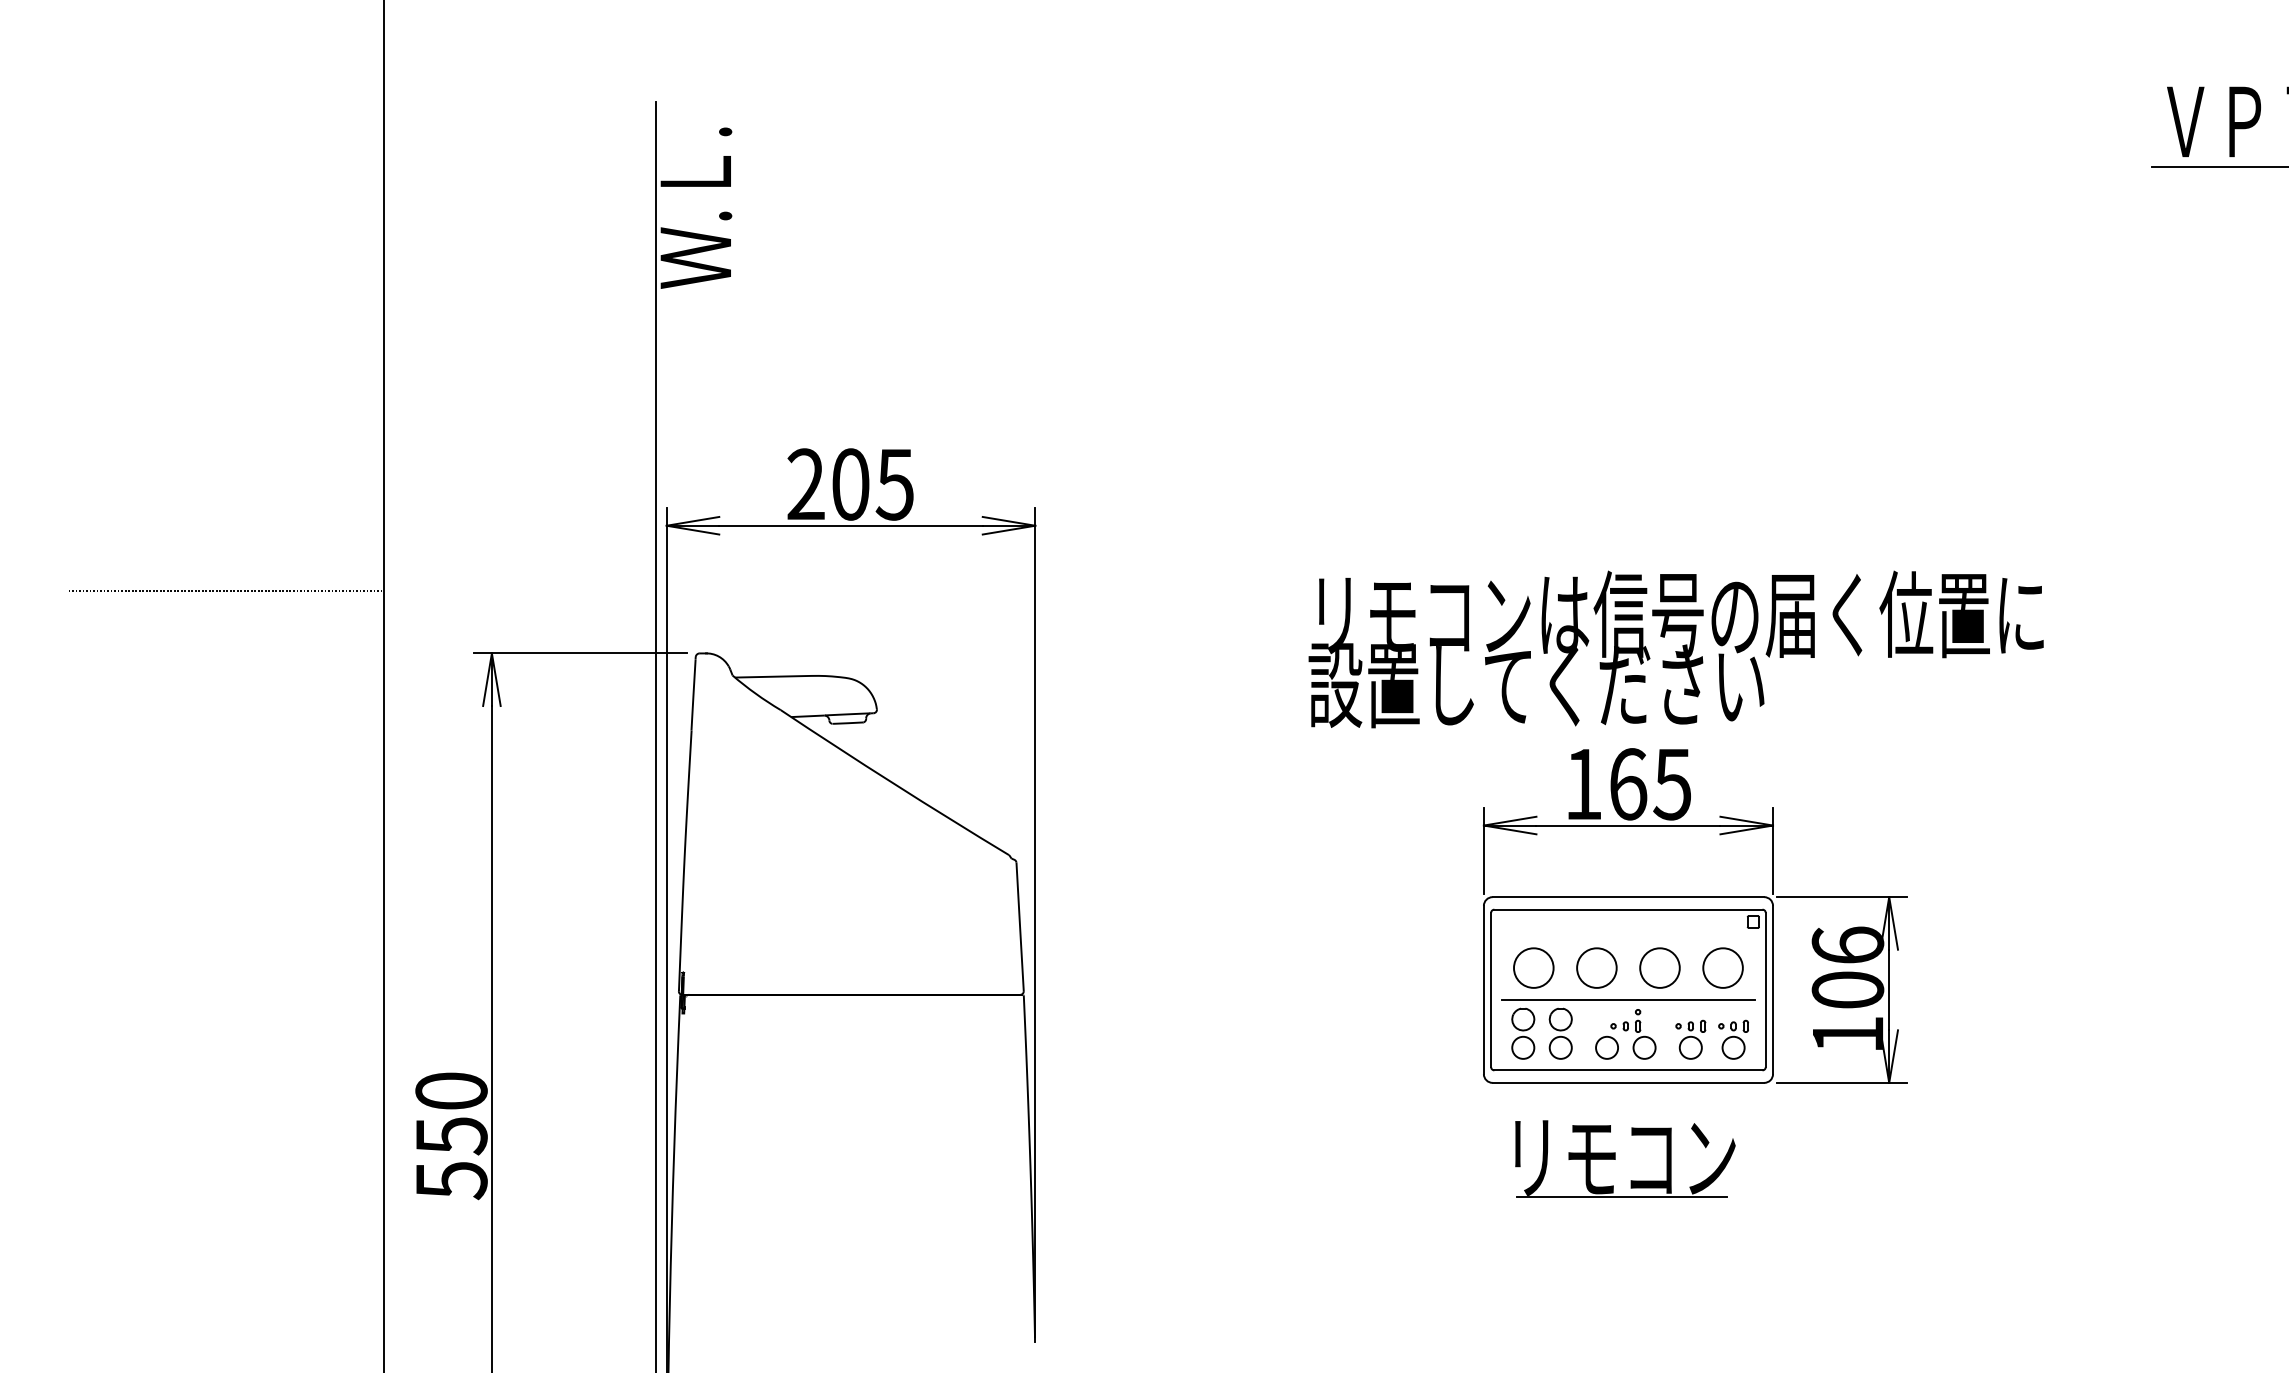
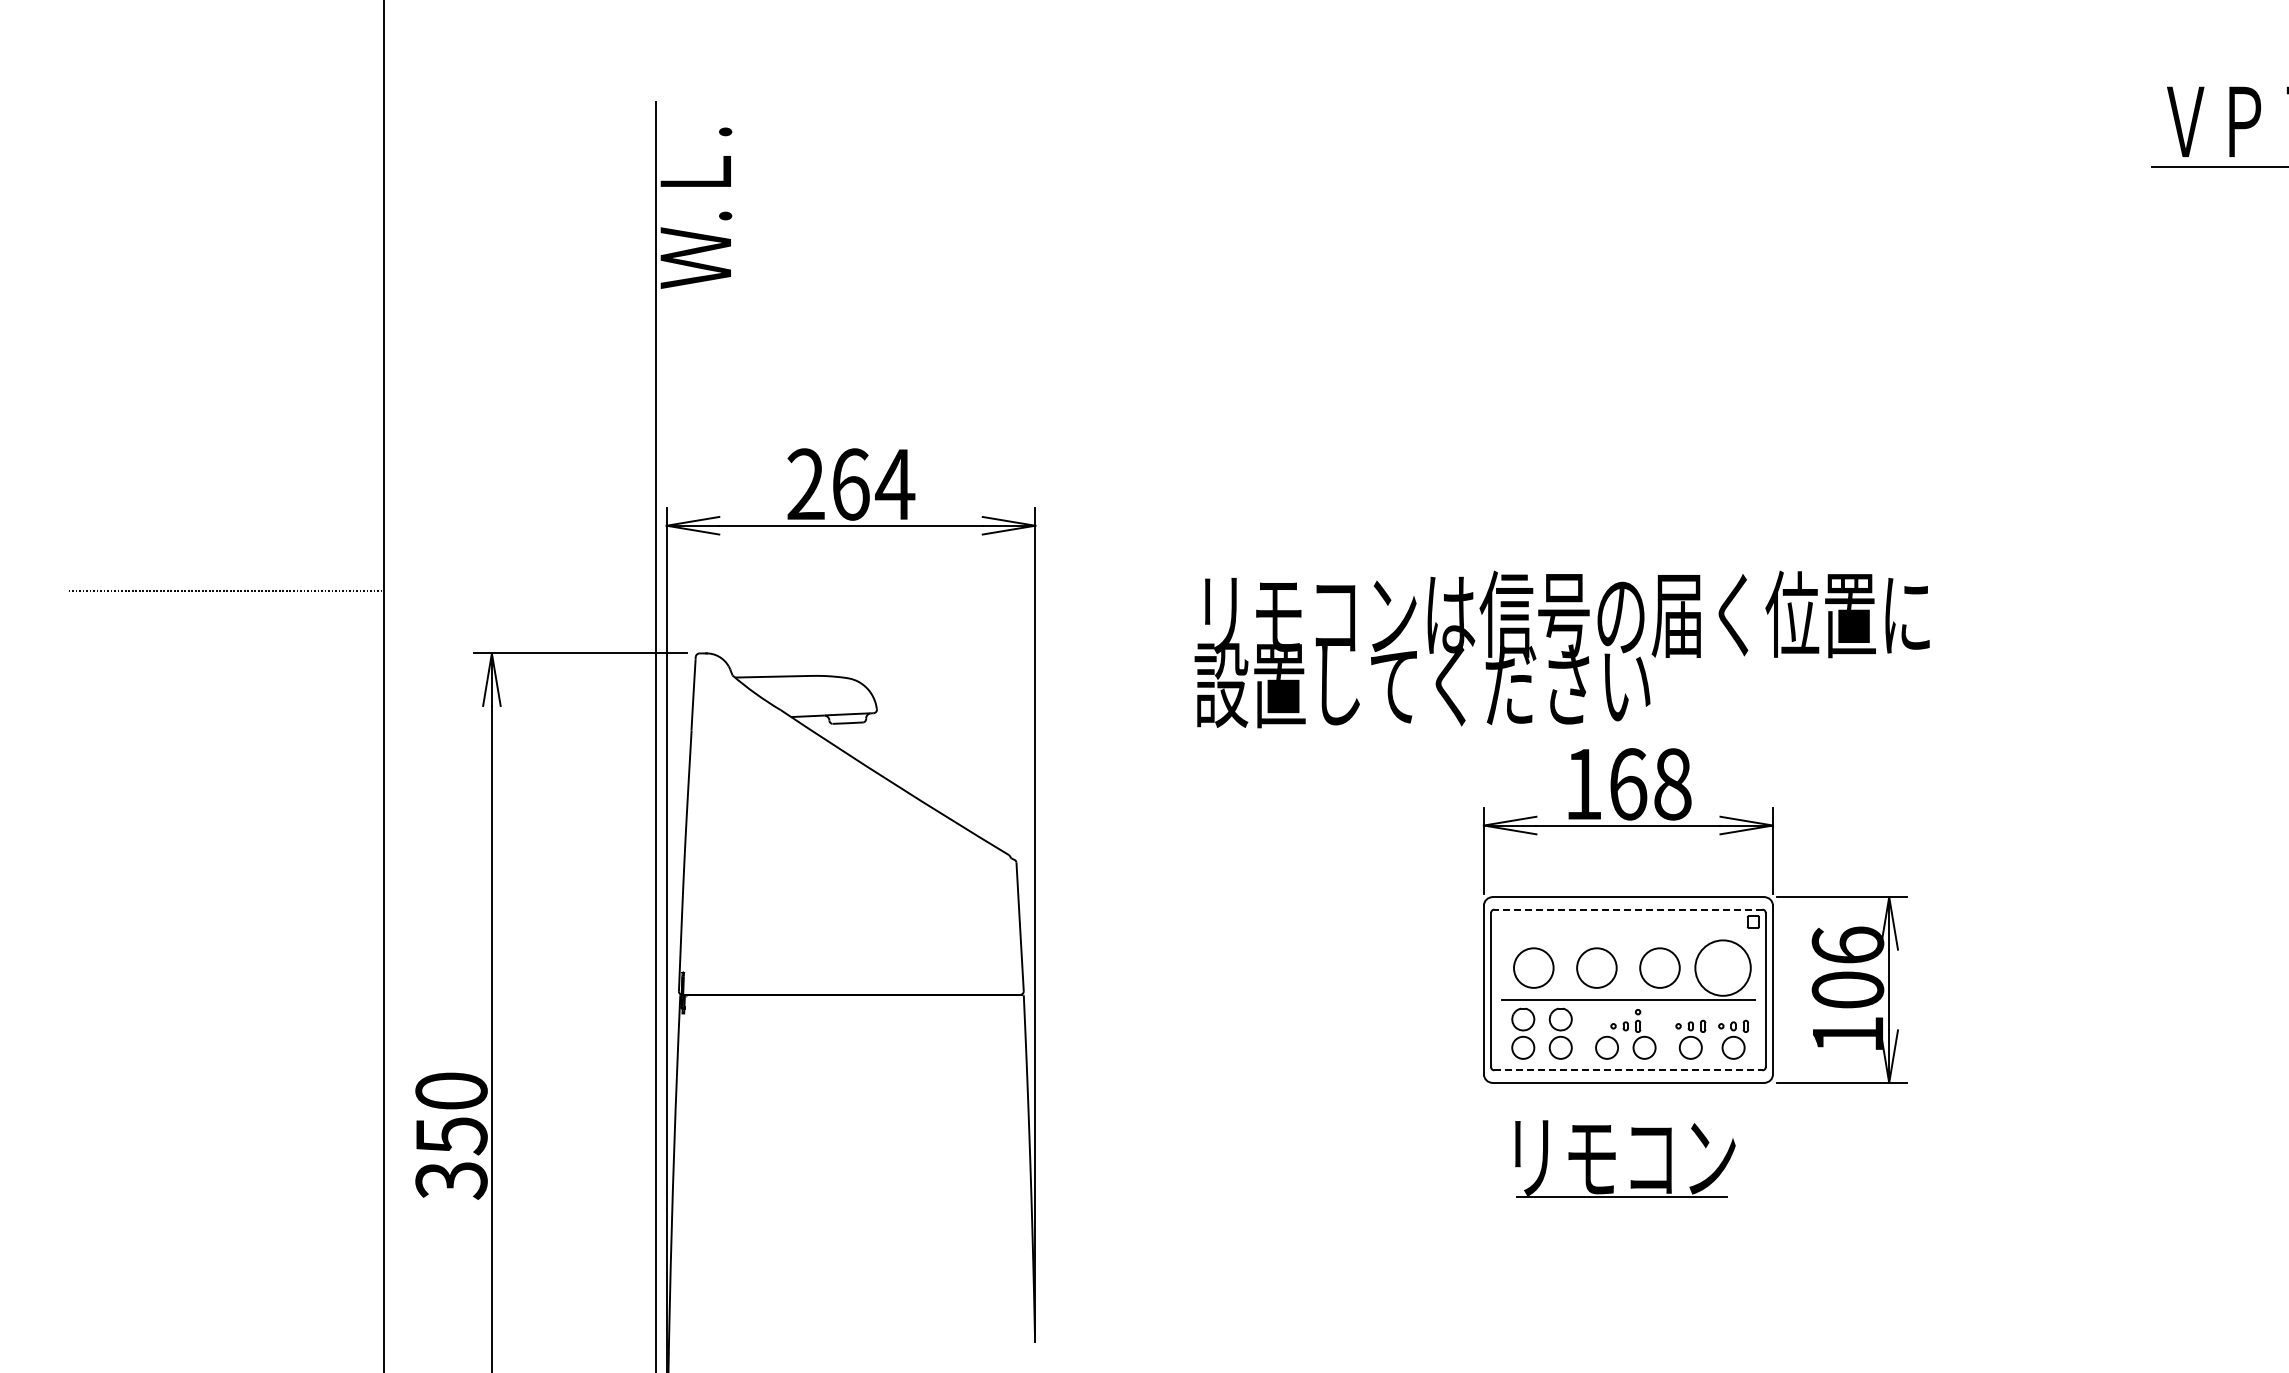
text at (873, 484): 205 -> 264
text at (1675, 649) position: (1675, 649) -> (1561, 649)
text at (1672, 784): 165 -> 168
line at (1627, 909): solid -> dashed
circle at (1722, 967) diameter: 40 px -> 55 px
line at (1628, 1070): solid -> dashed
text at (451, 1181): 550 -> 350
